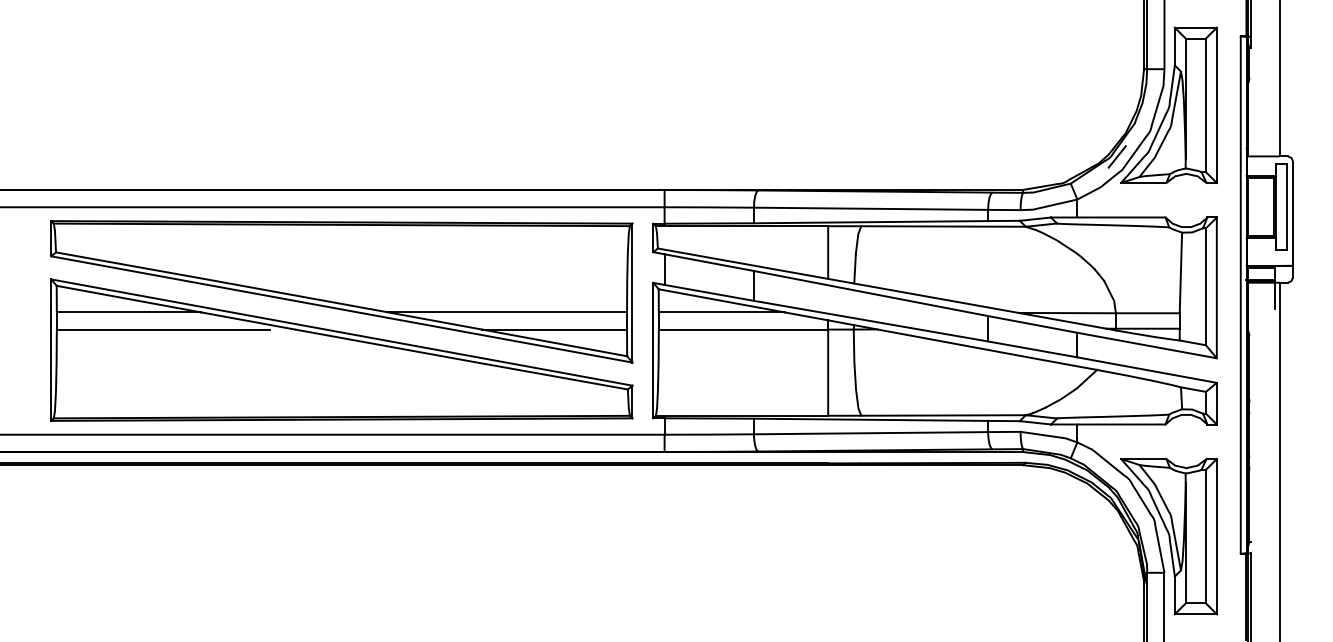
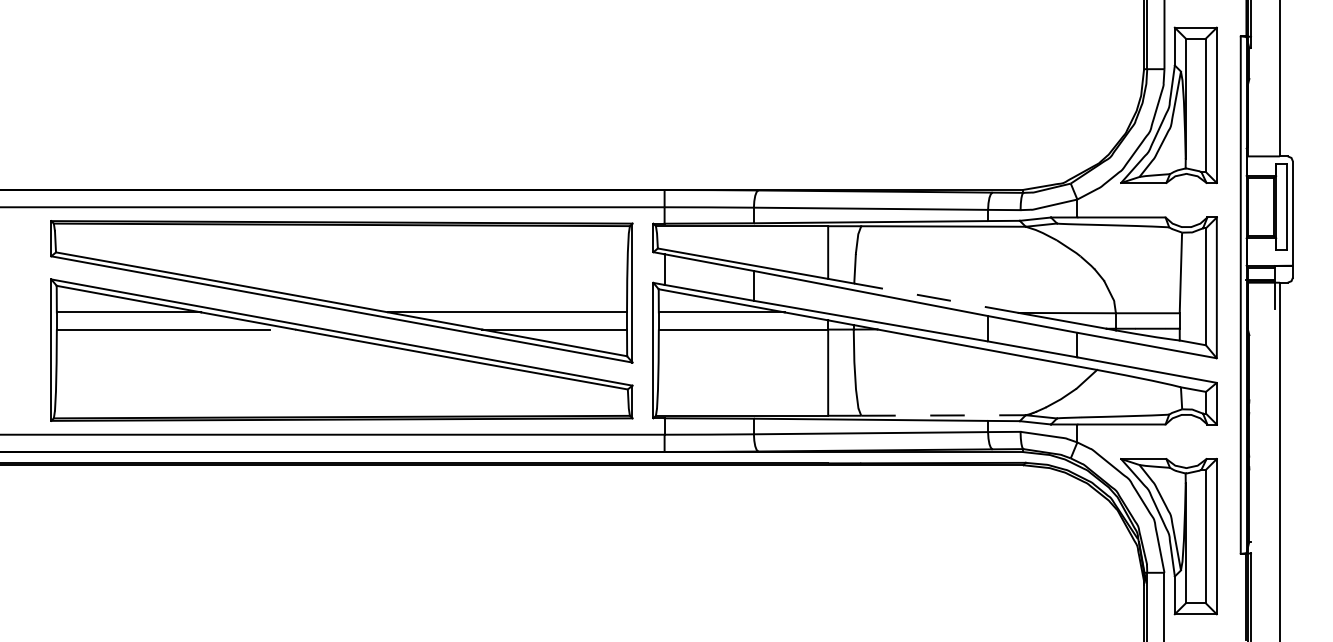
line at (1116, 156): present -> none
line at (936, 298): solid -> dashed
line at (944, 415): solid -> dashed
